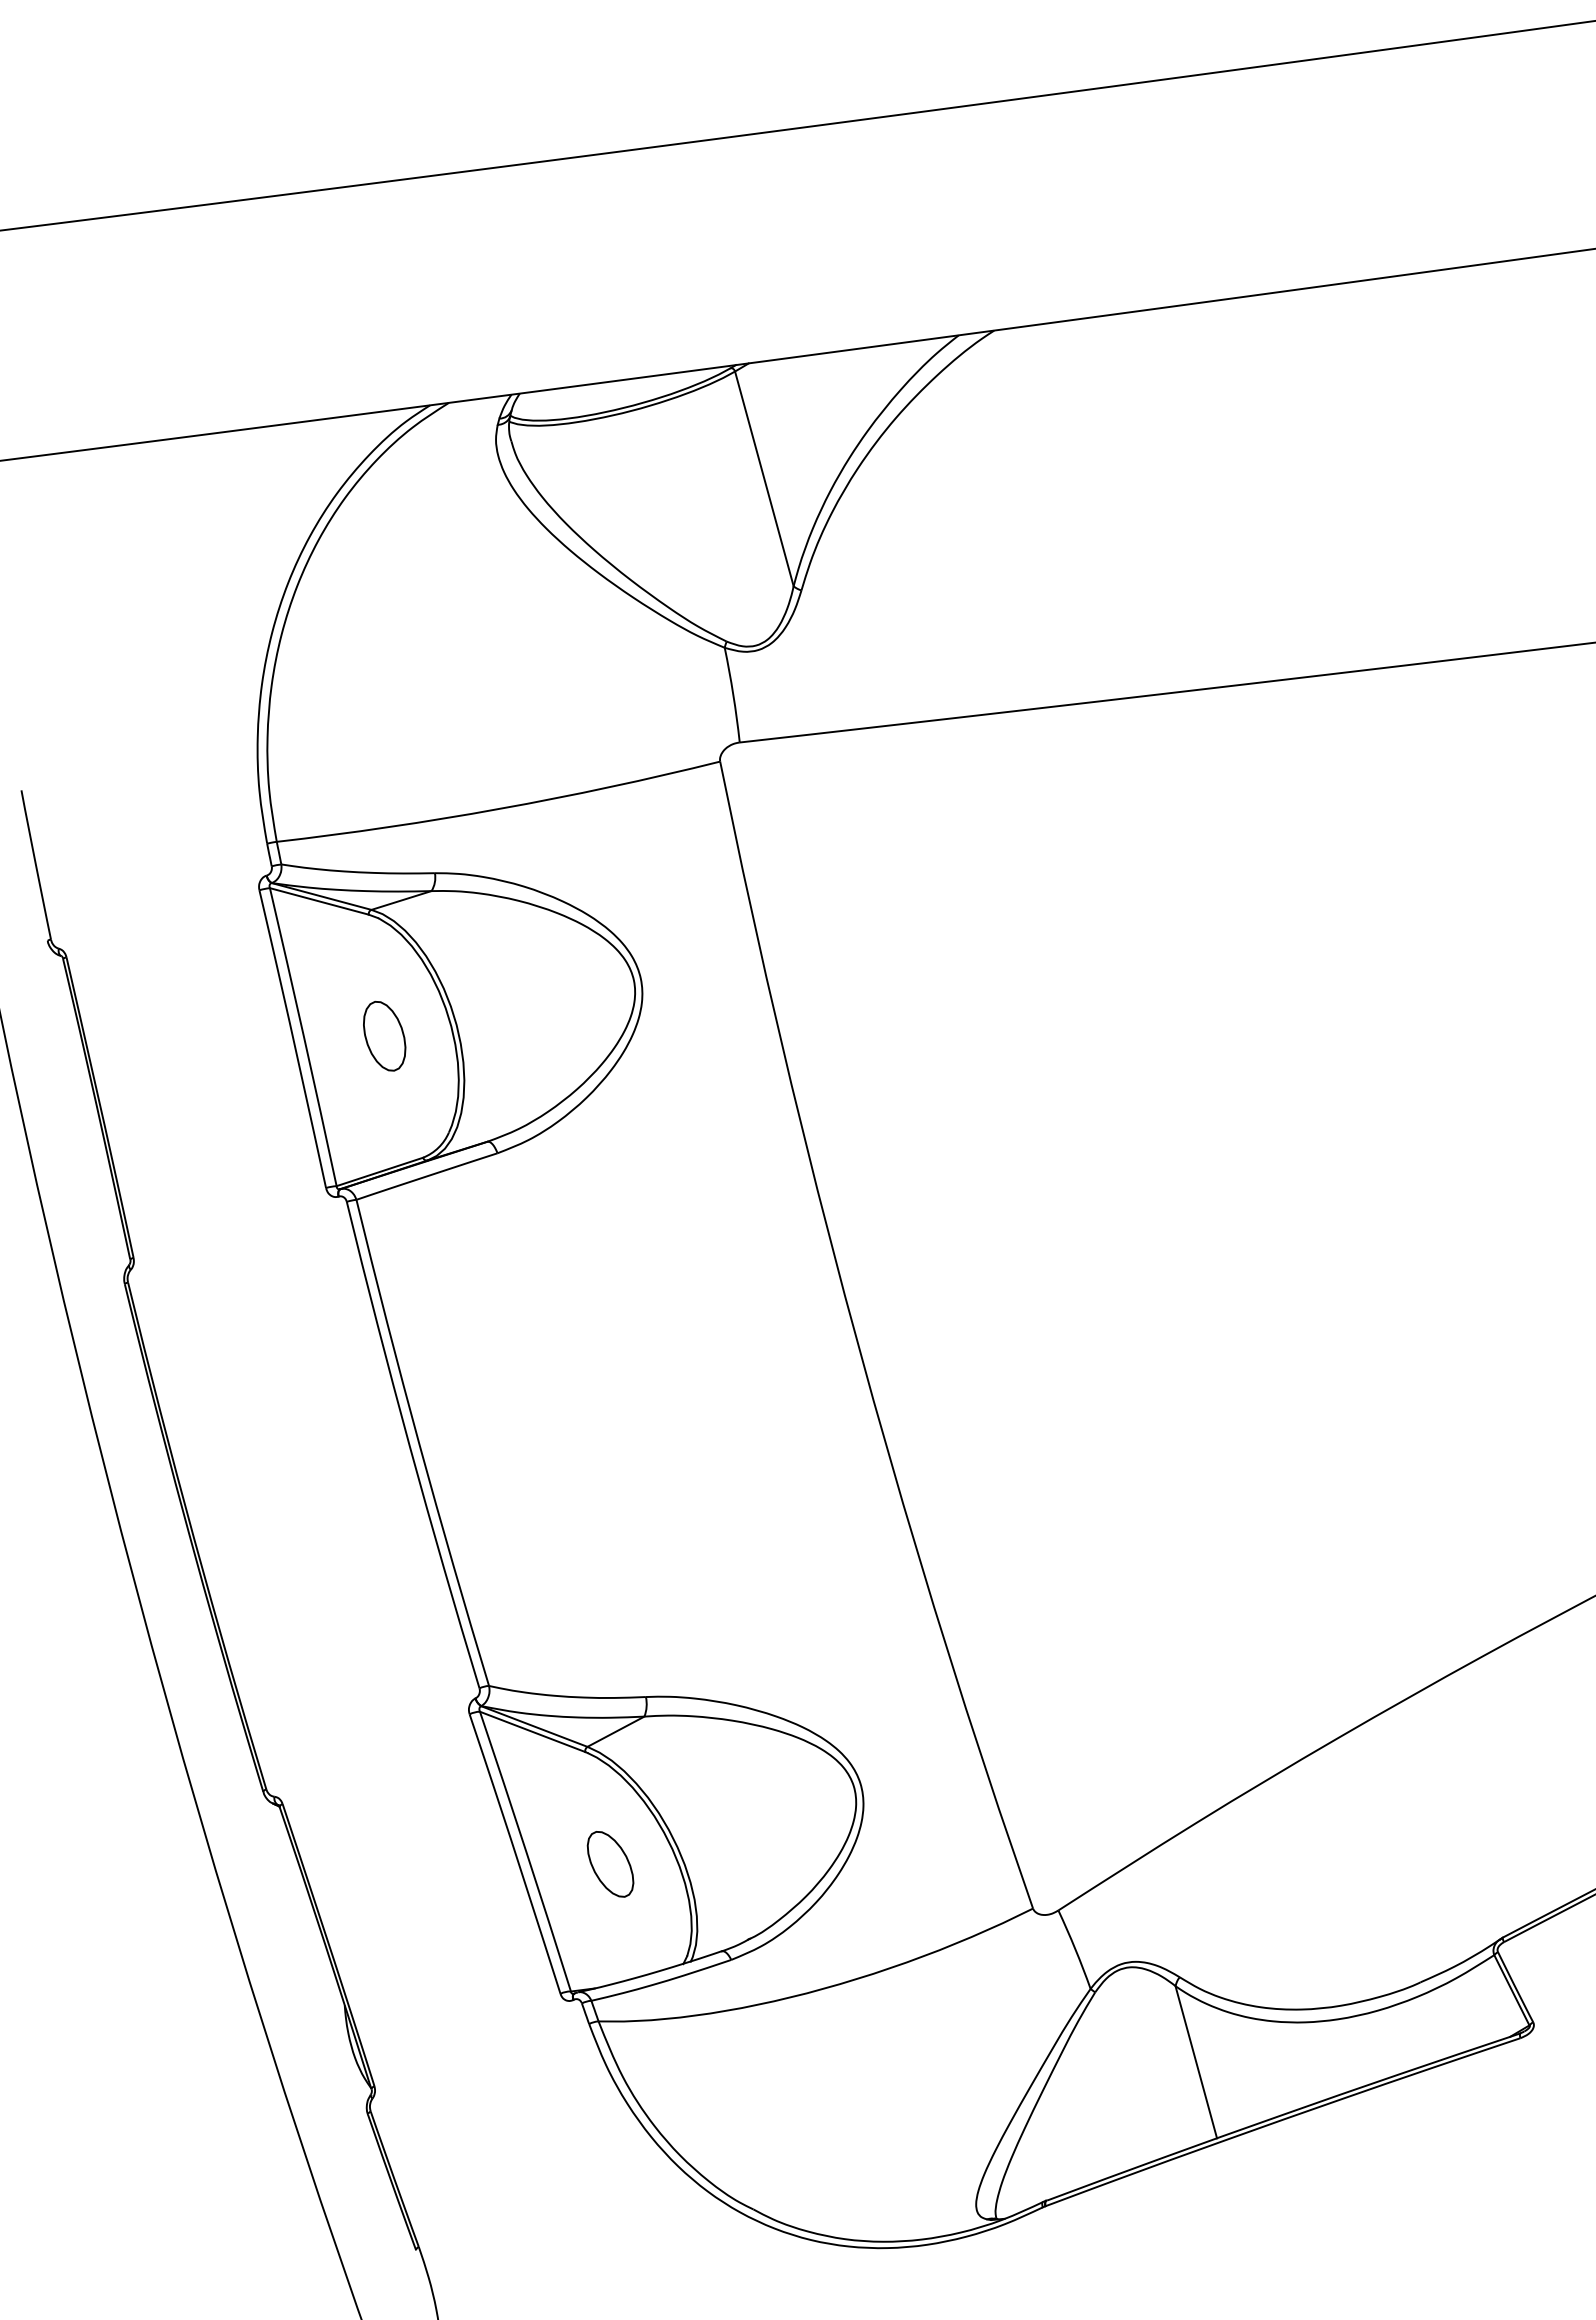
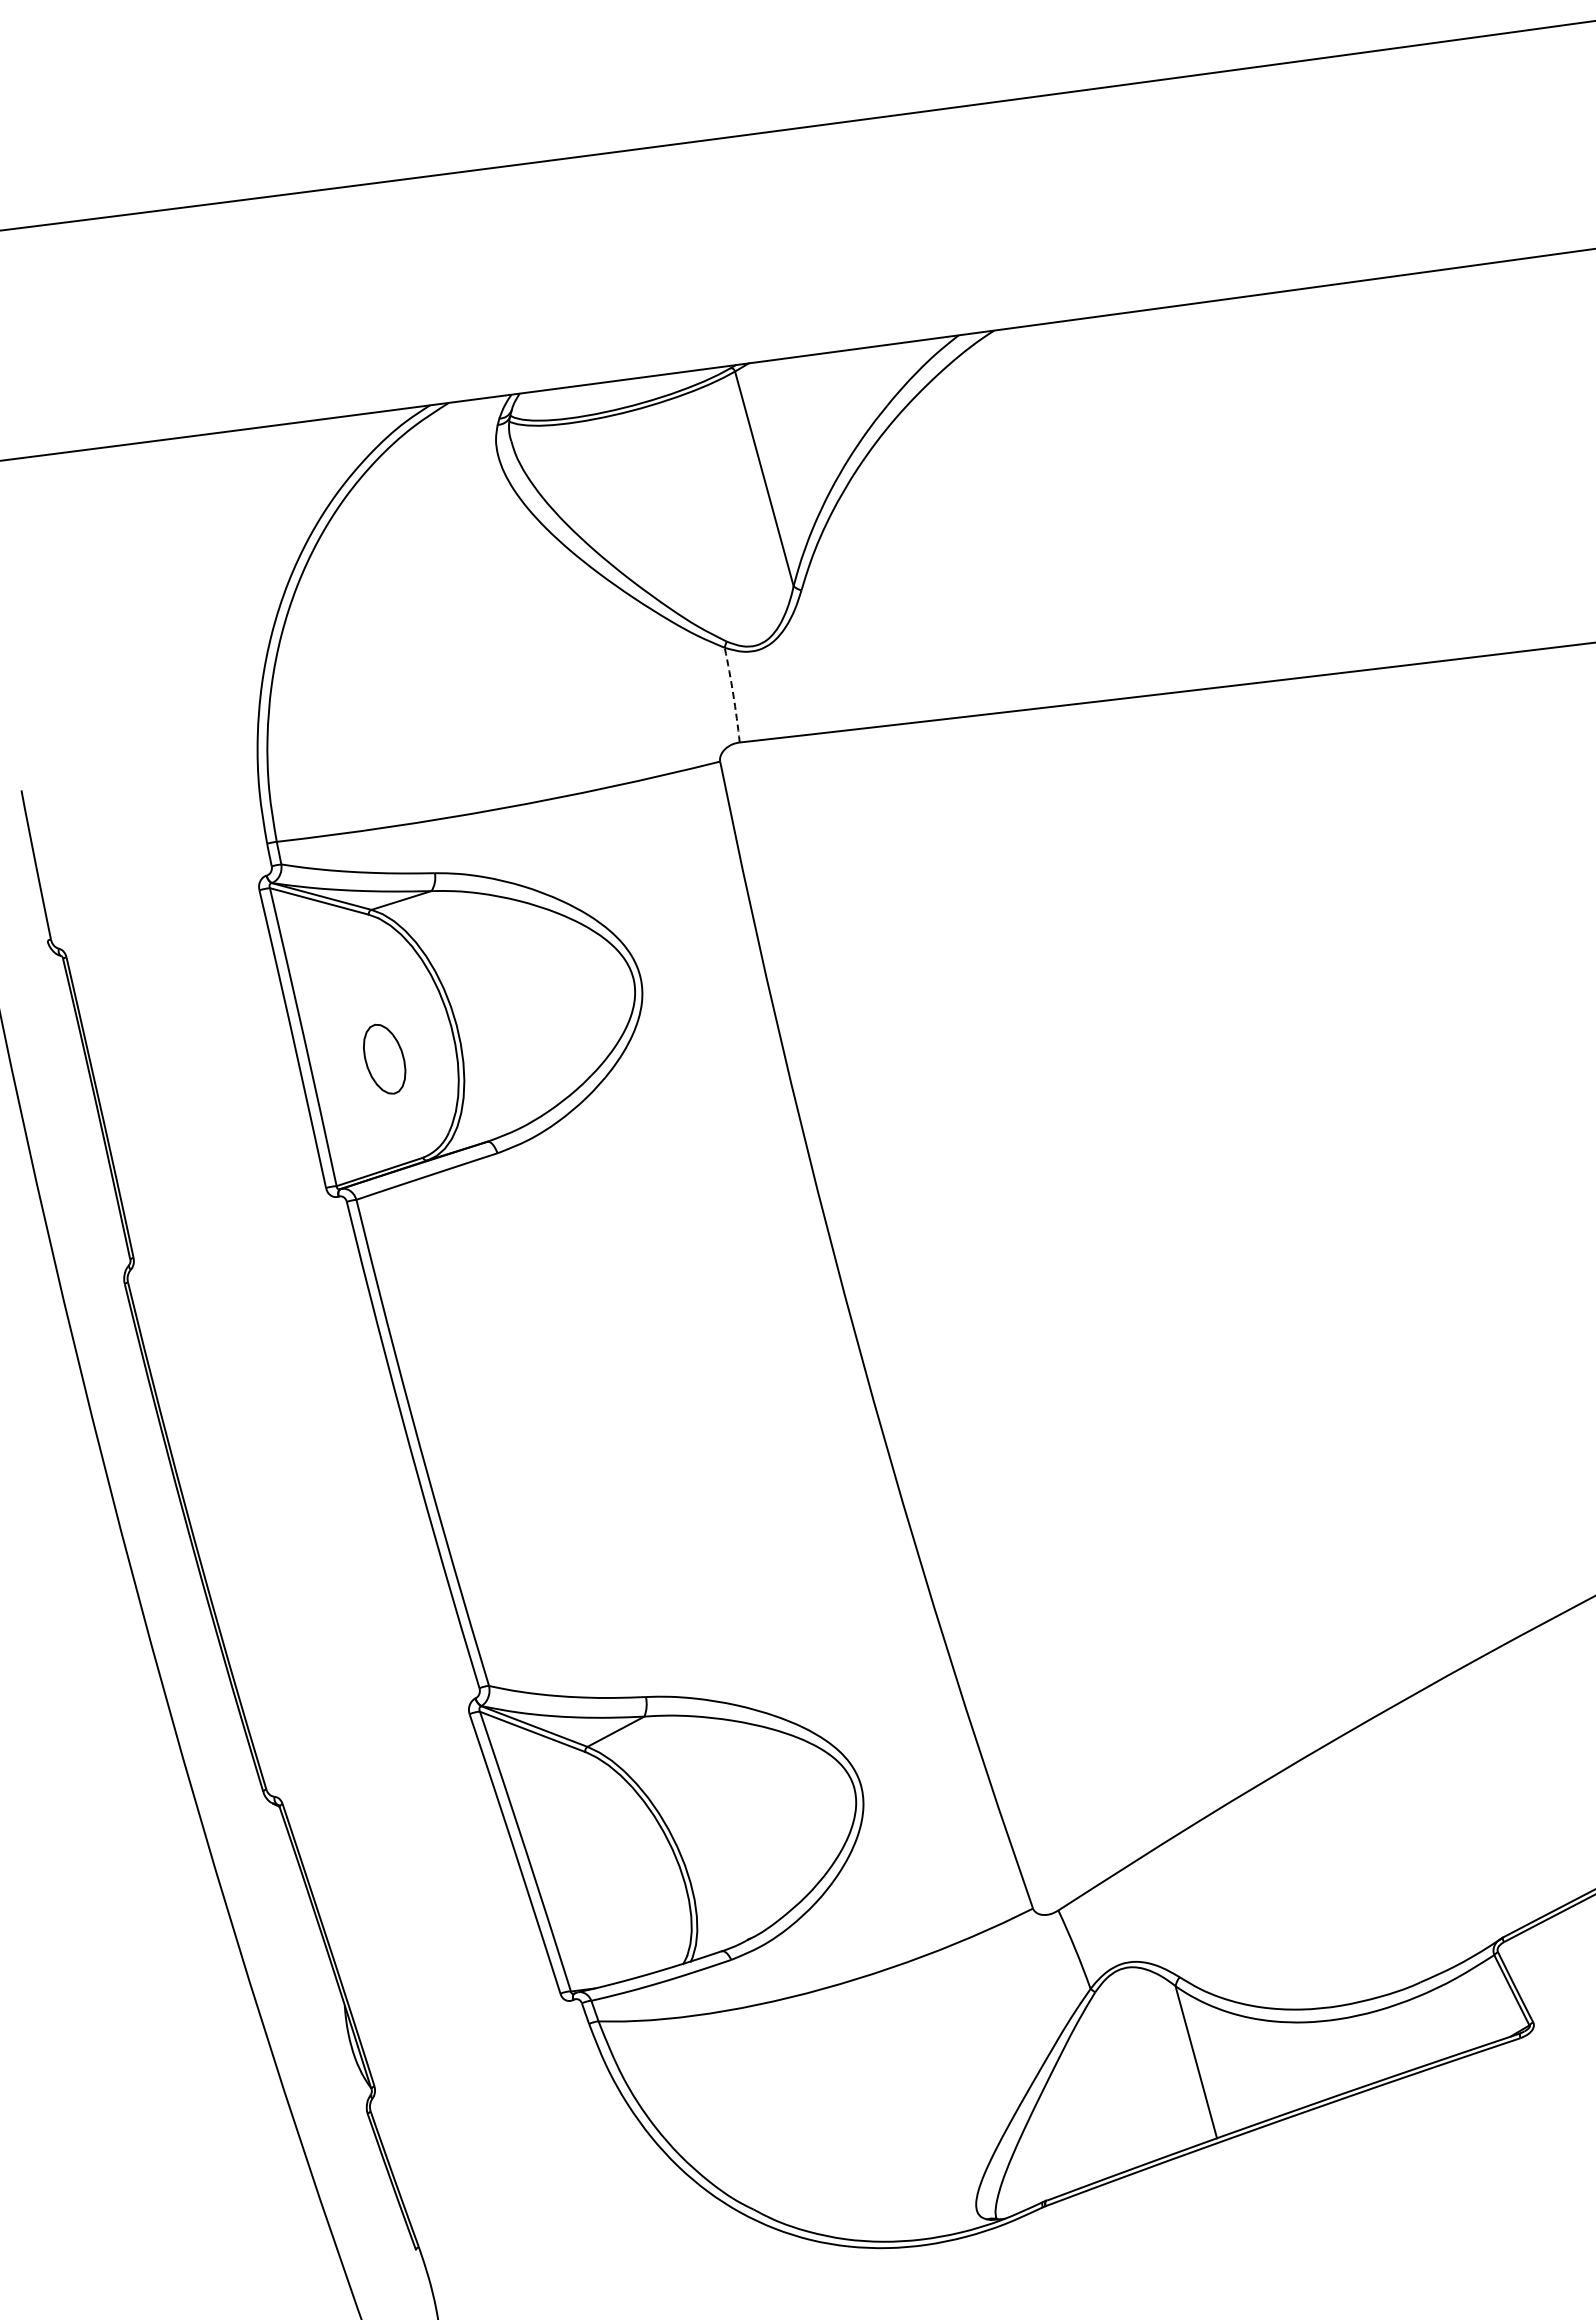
arc at (733, 694): solid -> dashed
part at (384, 1035) position: (384, 1035) -> (384, 1058)
part at (610, 1864): present -> none
